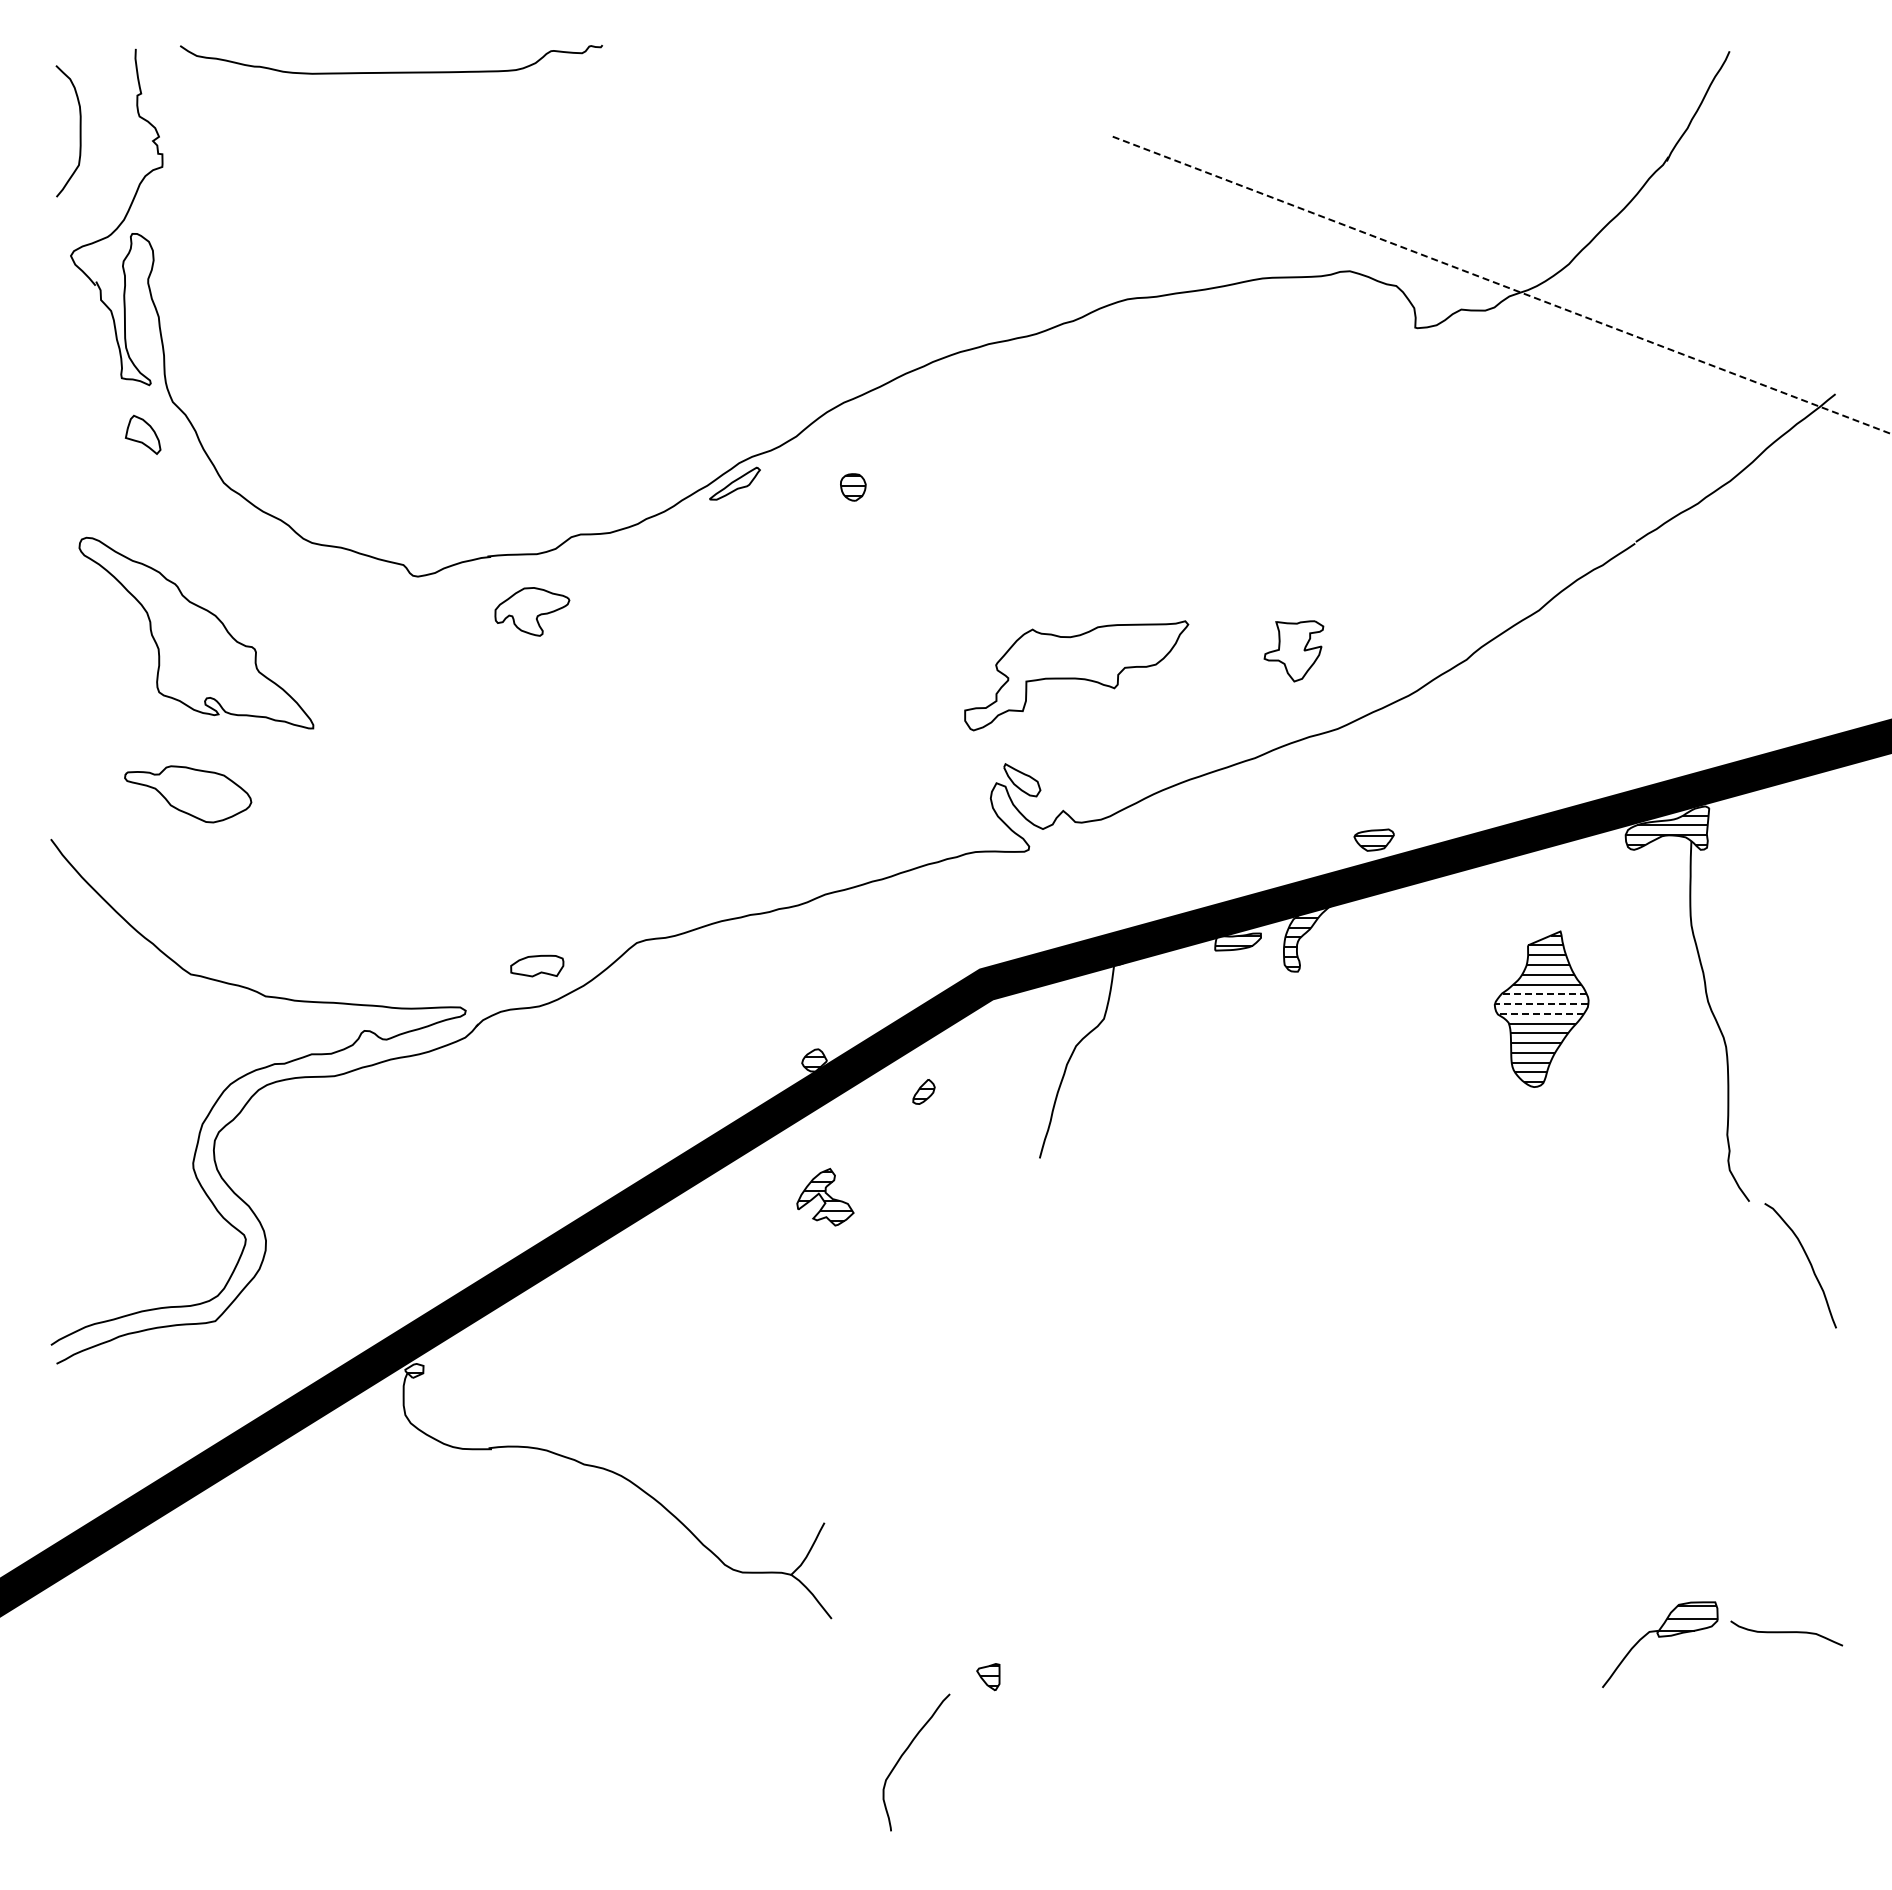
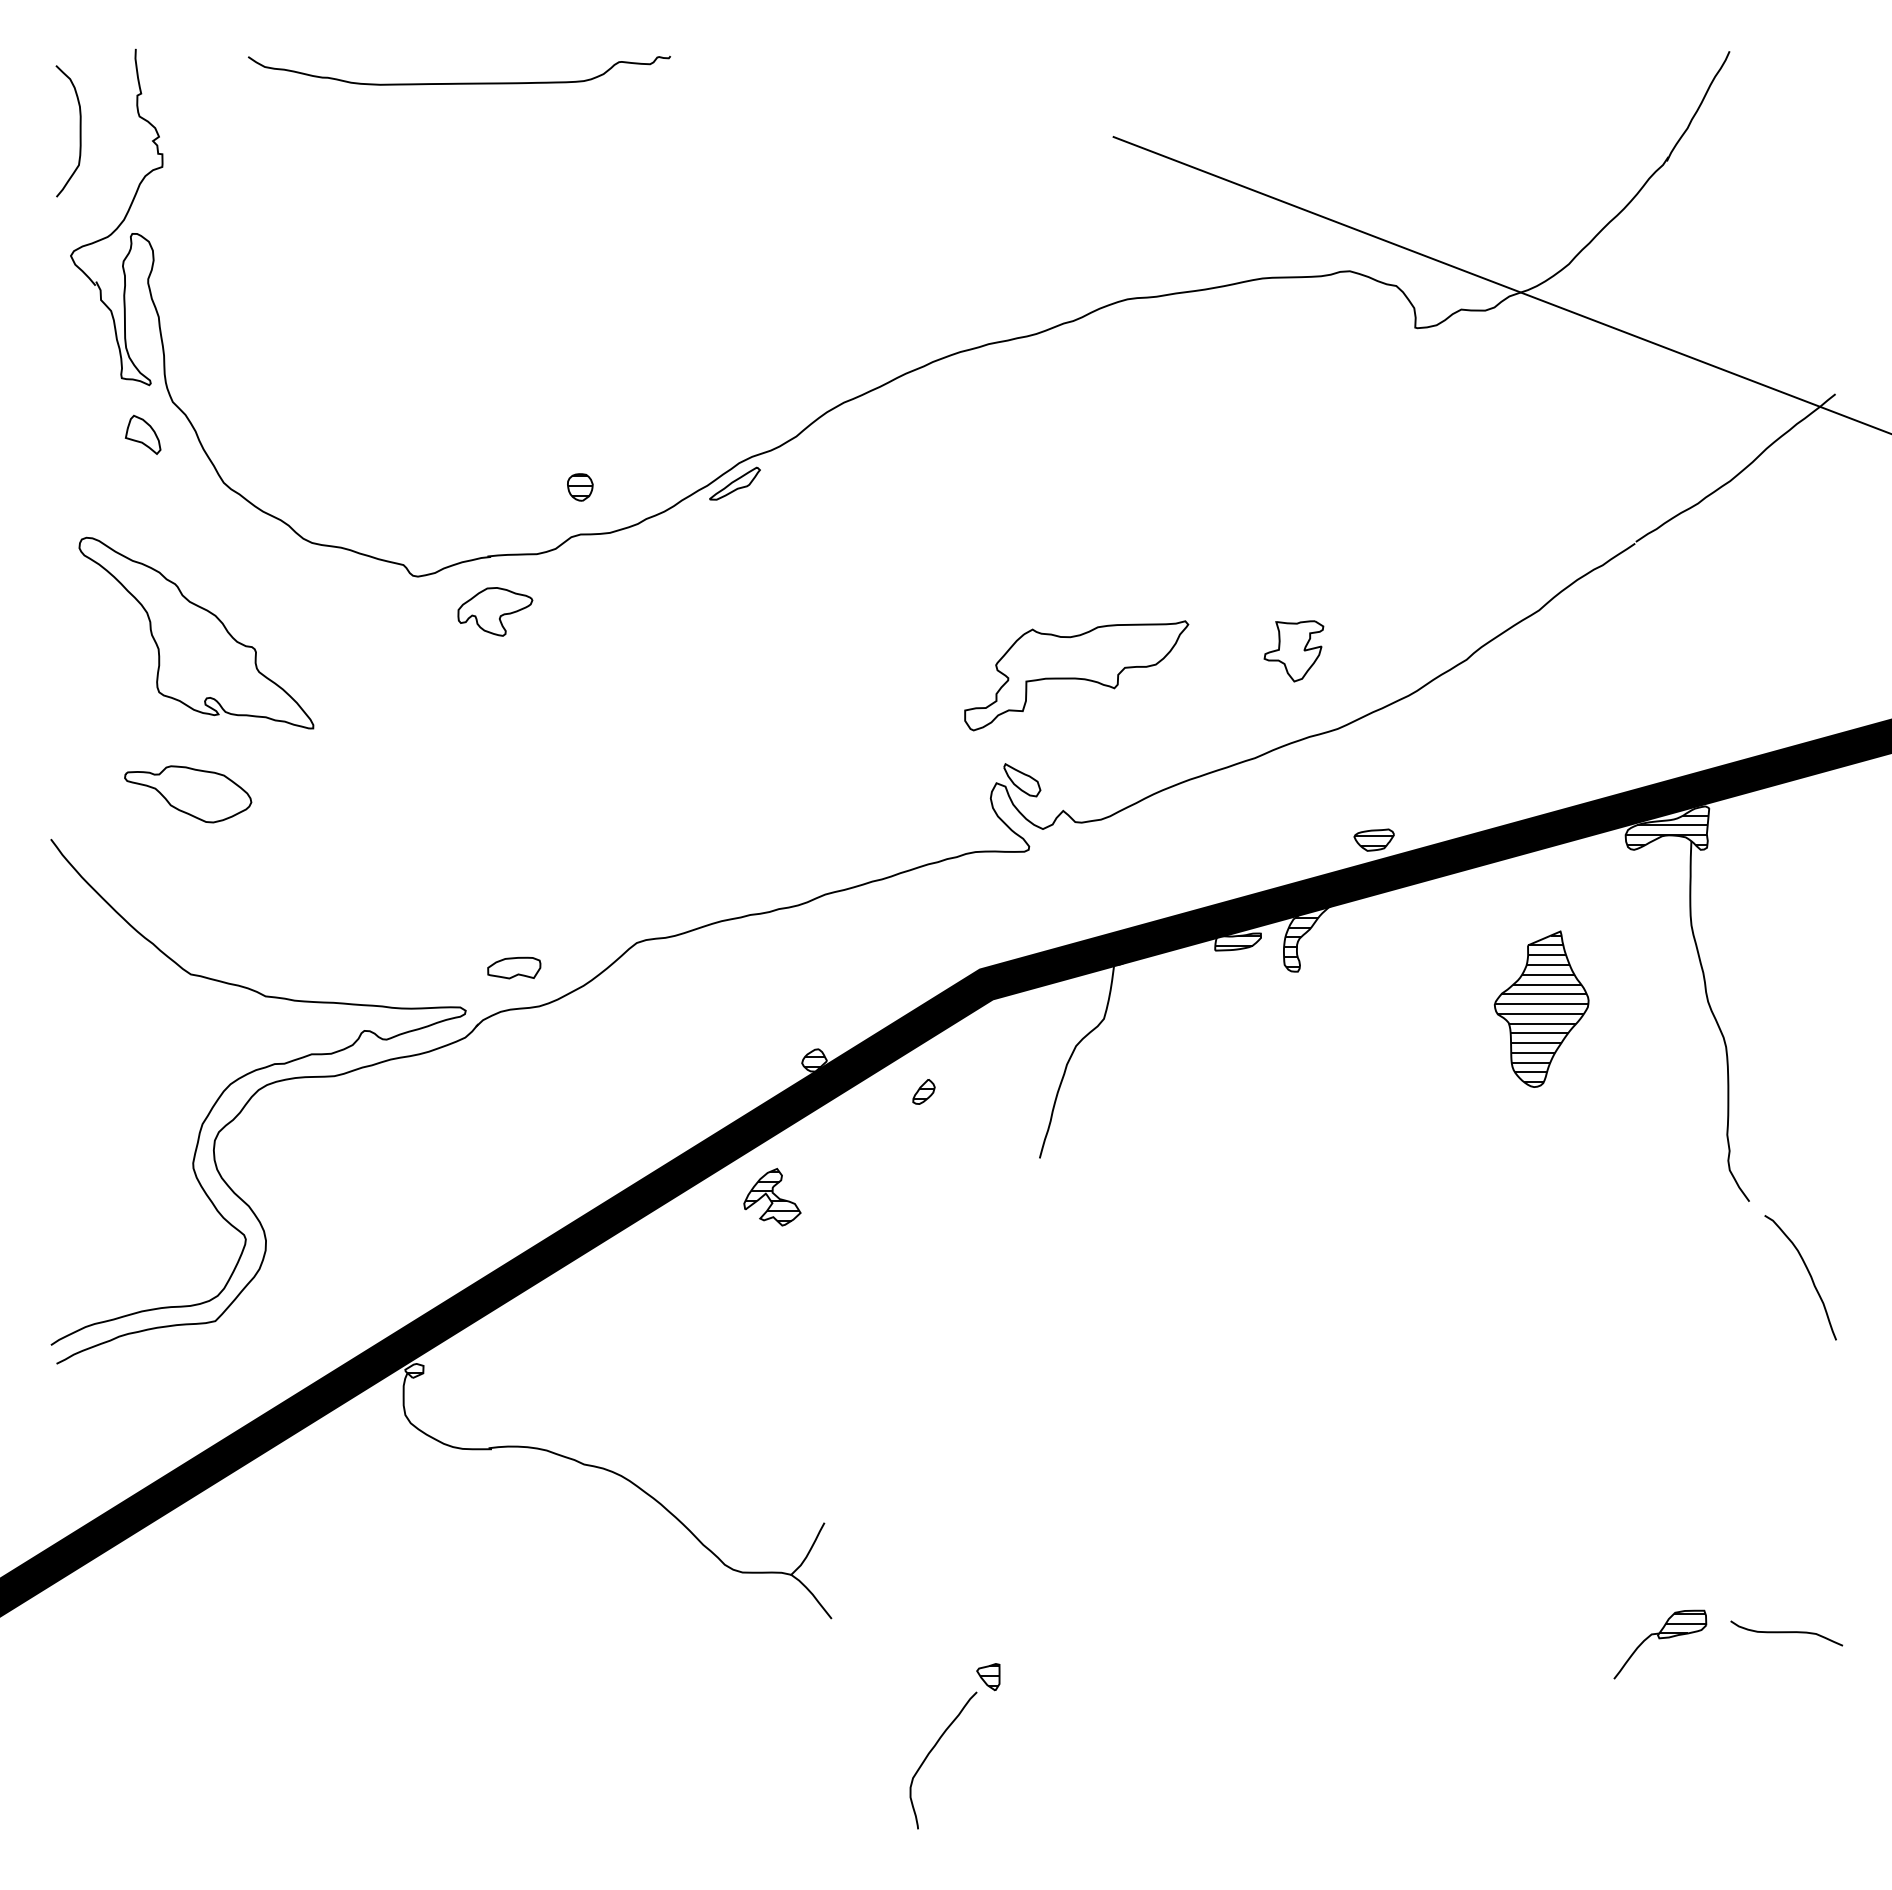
curve at (391, 71) position: (391, 71) -> (459, 82)
line at (1502, 285): dashed -> solid
part at (853, 487) position: (853, 487) -> (580, 487)
part at (532, 611) position: (532, 611) -> (495, 611)
part at (537, 965) position: (537, 965) -> (514, 967)
line at (1544, 994): dashed -> solid
line at (1541, 1004): dashed -> solid
line at (1540, 1013): dashed -> solid
part at (825, 1197) position: (825, 1197) -> (772, 1197)
curve at (1808, 1261) position: (1808, 1261) -> (1808, 1273)
part at (1660, 1644) size: 117x88 px -> 95x71 px
curve at (903, 1755) position: (903, 1755) -> (930, 1753)
